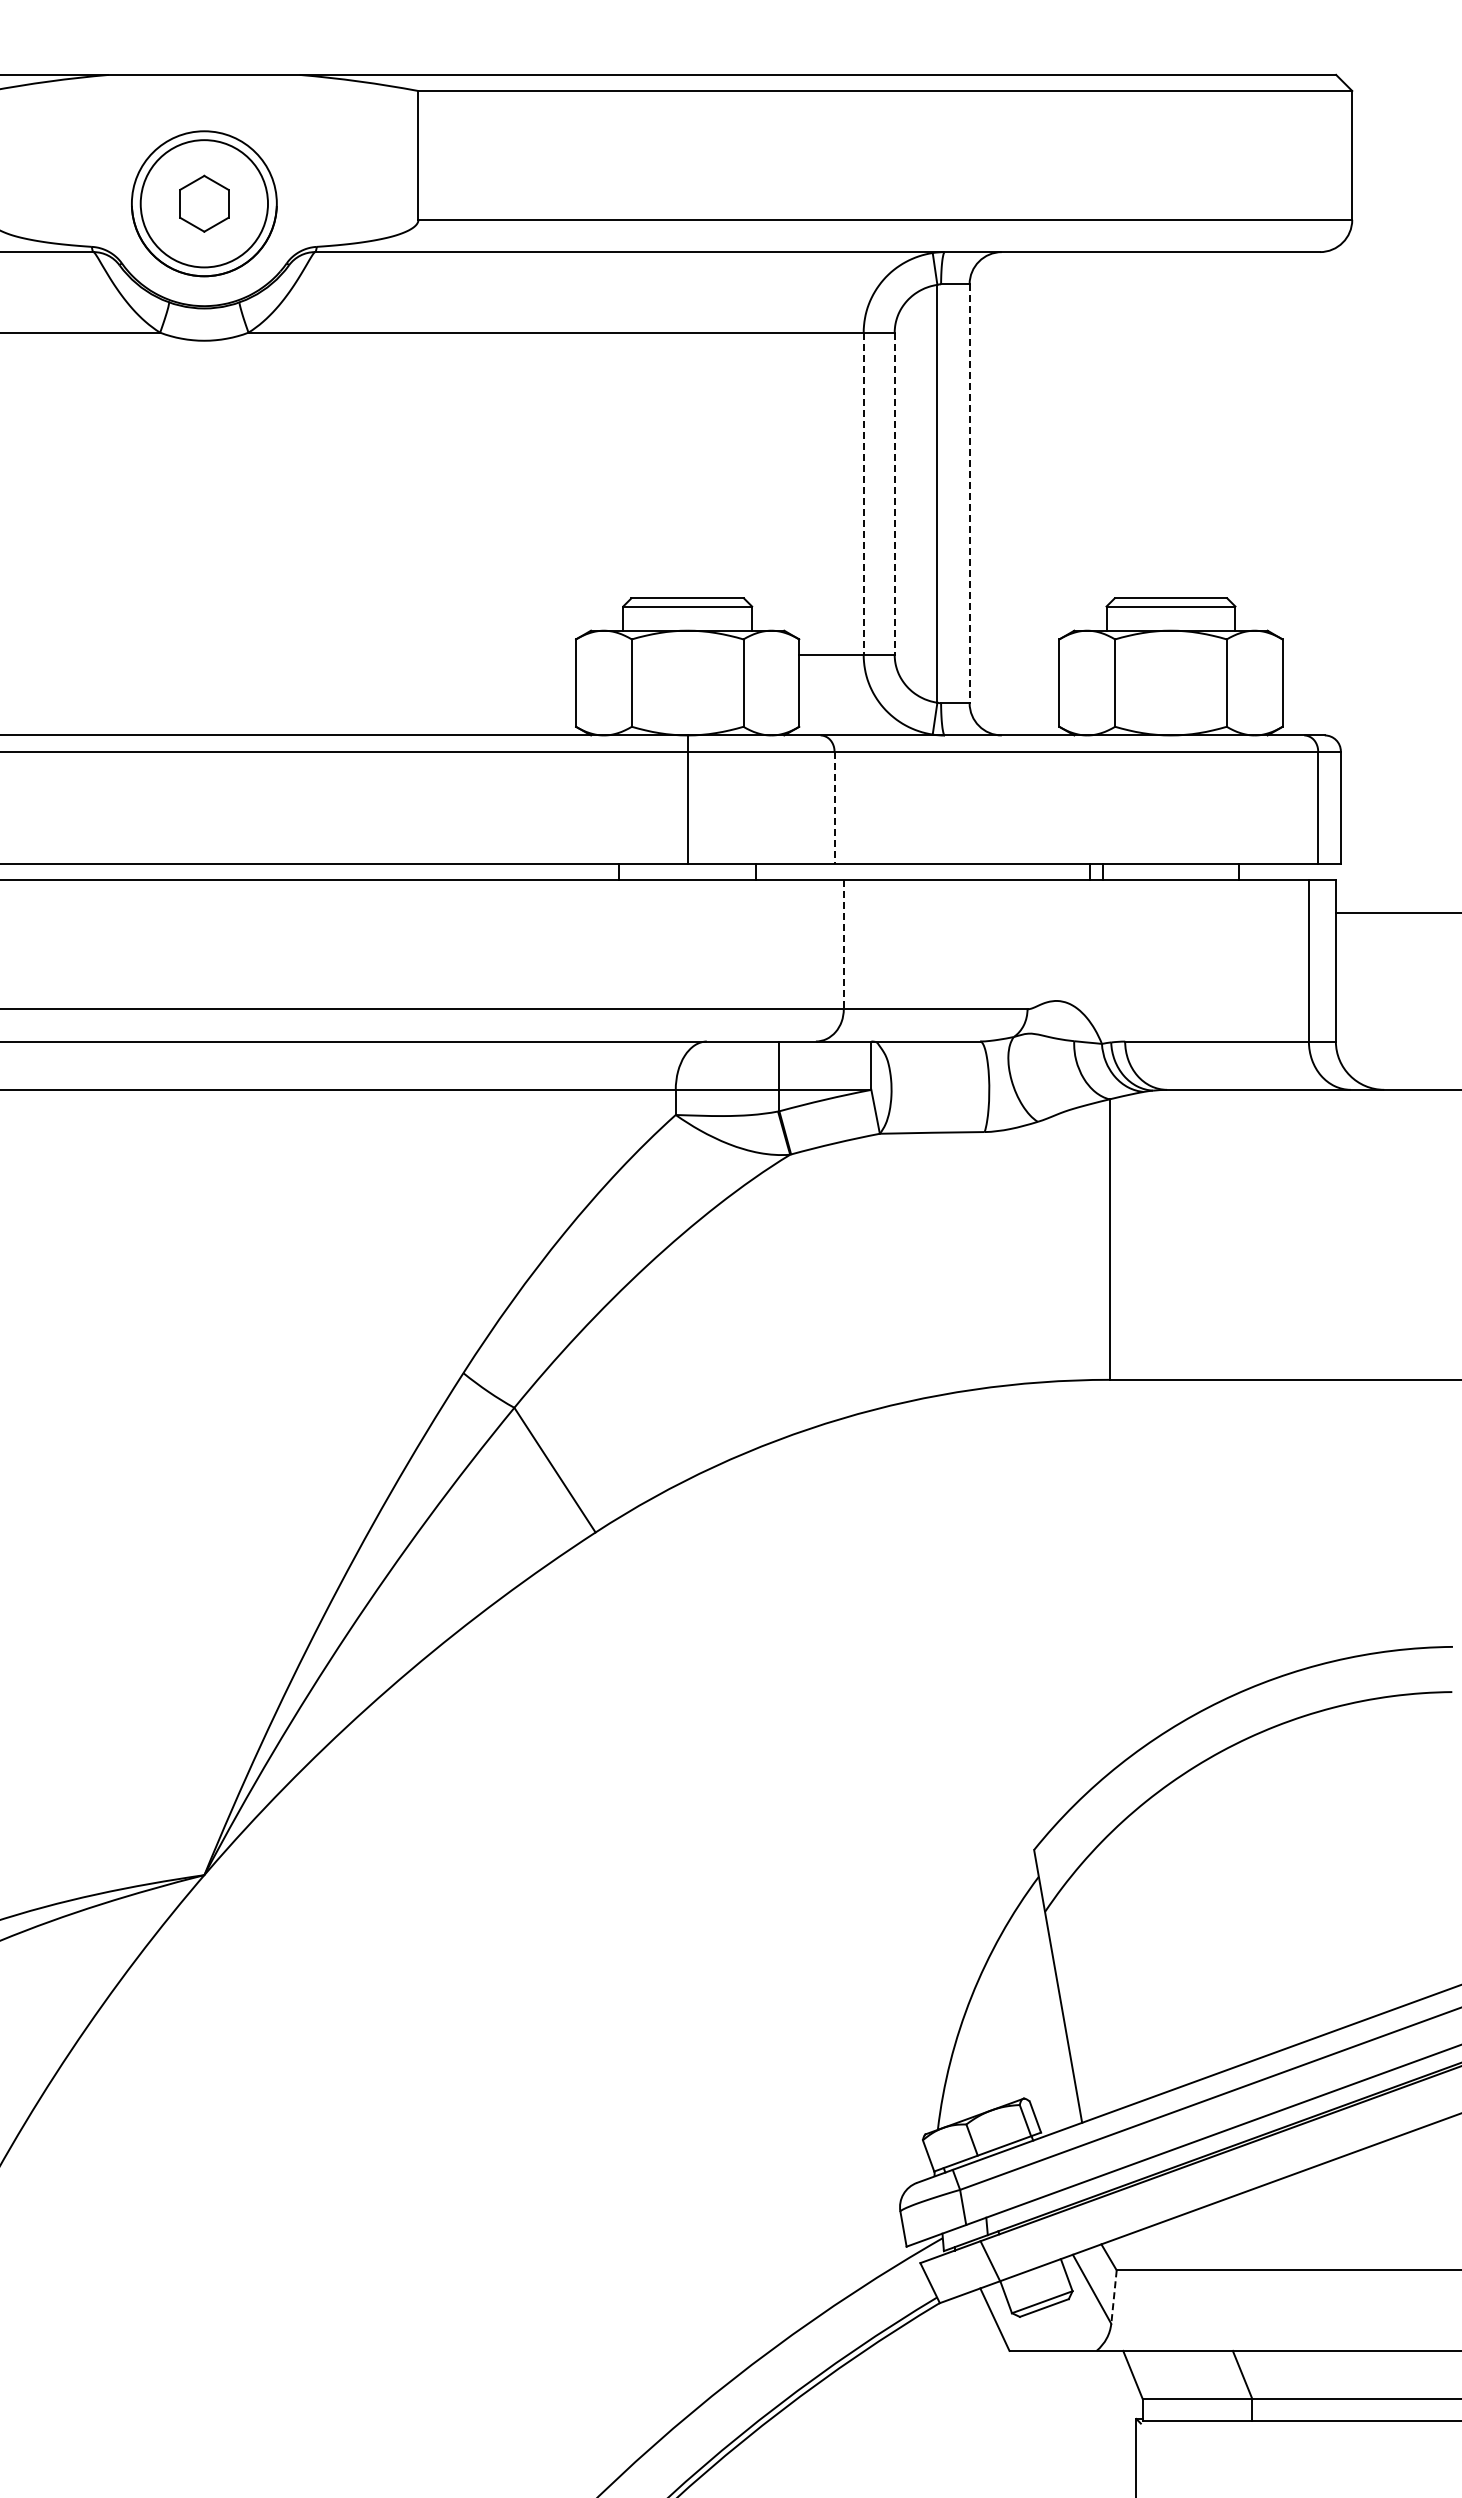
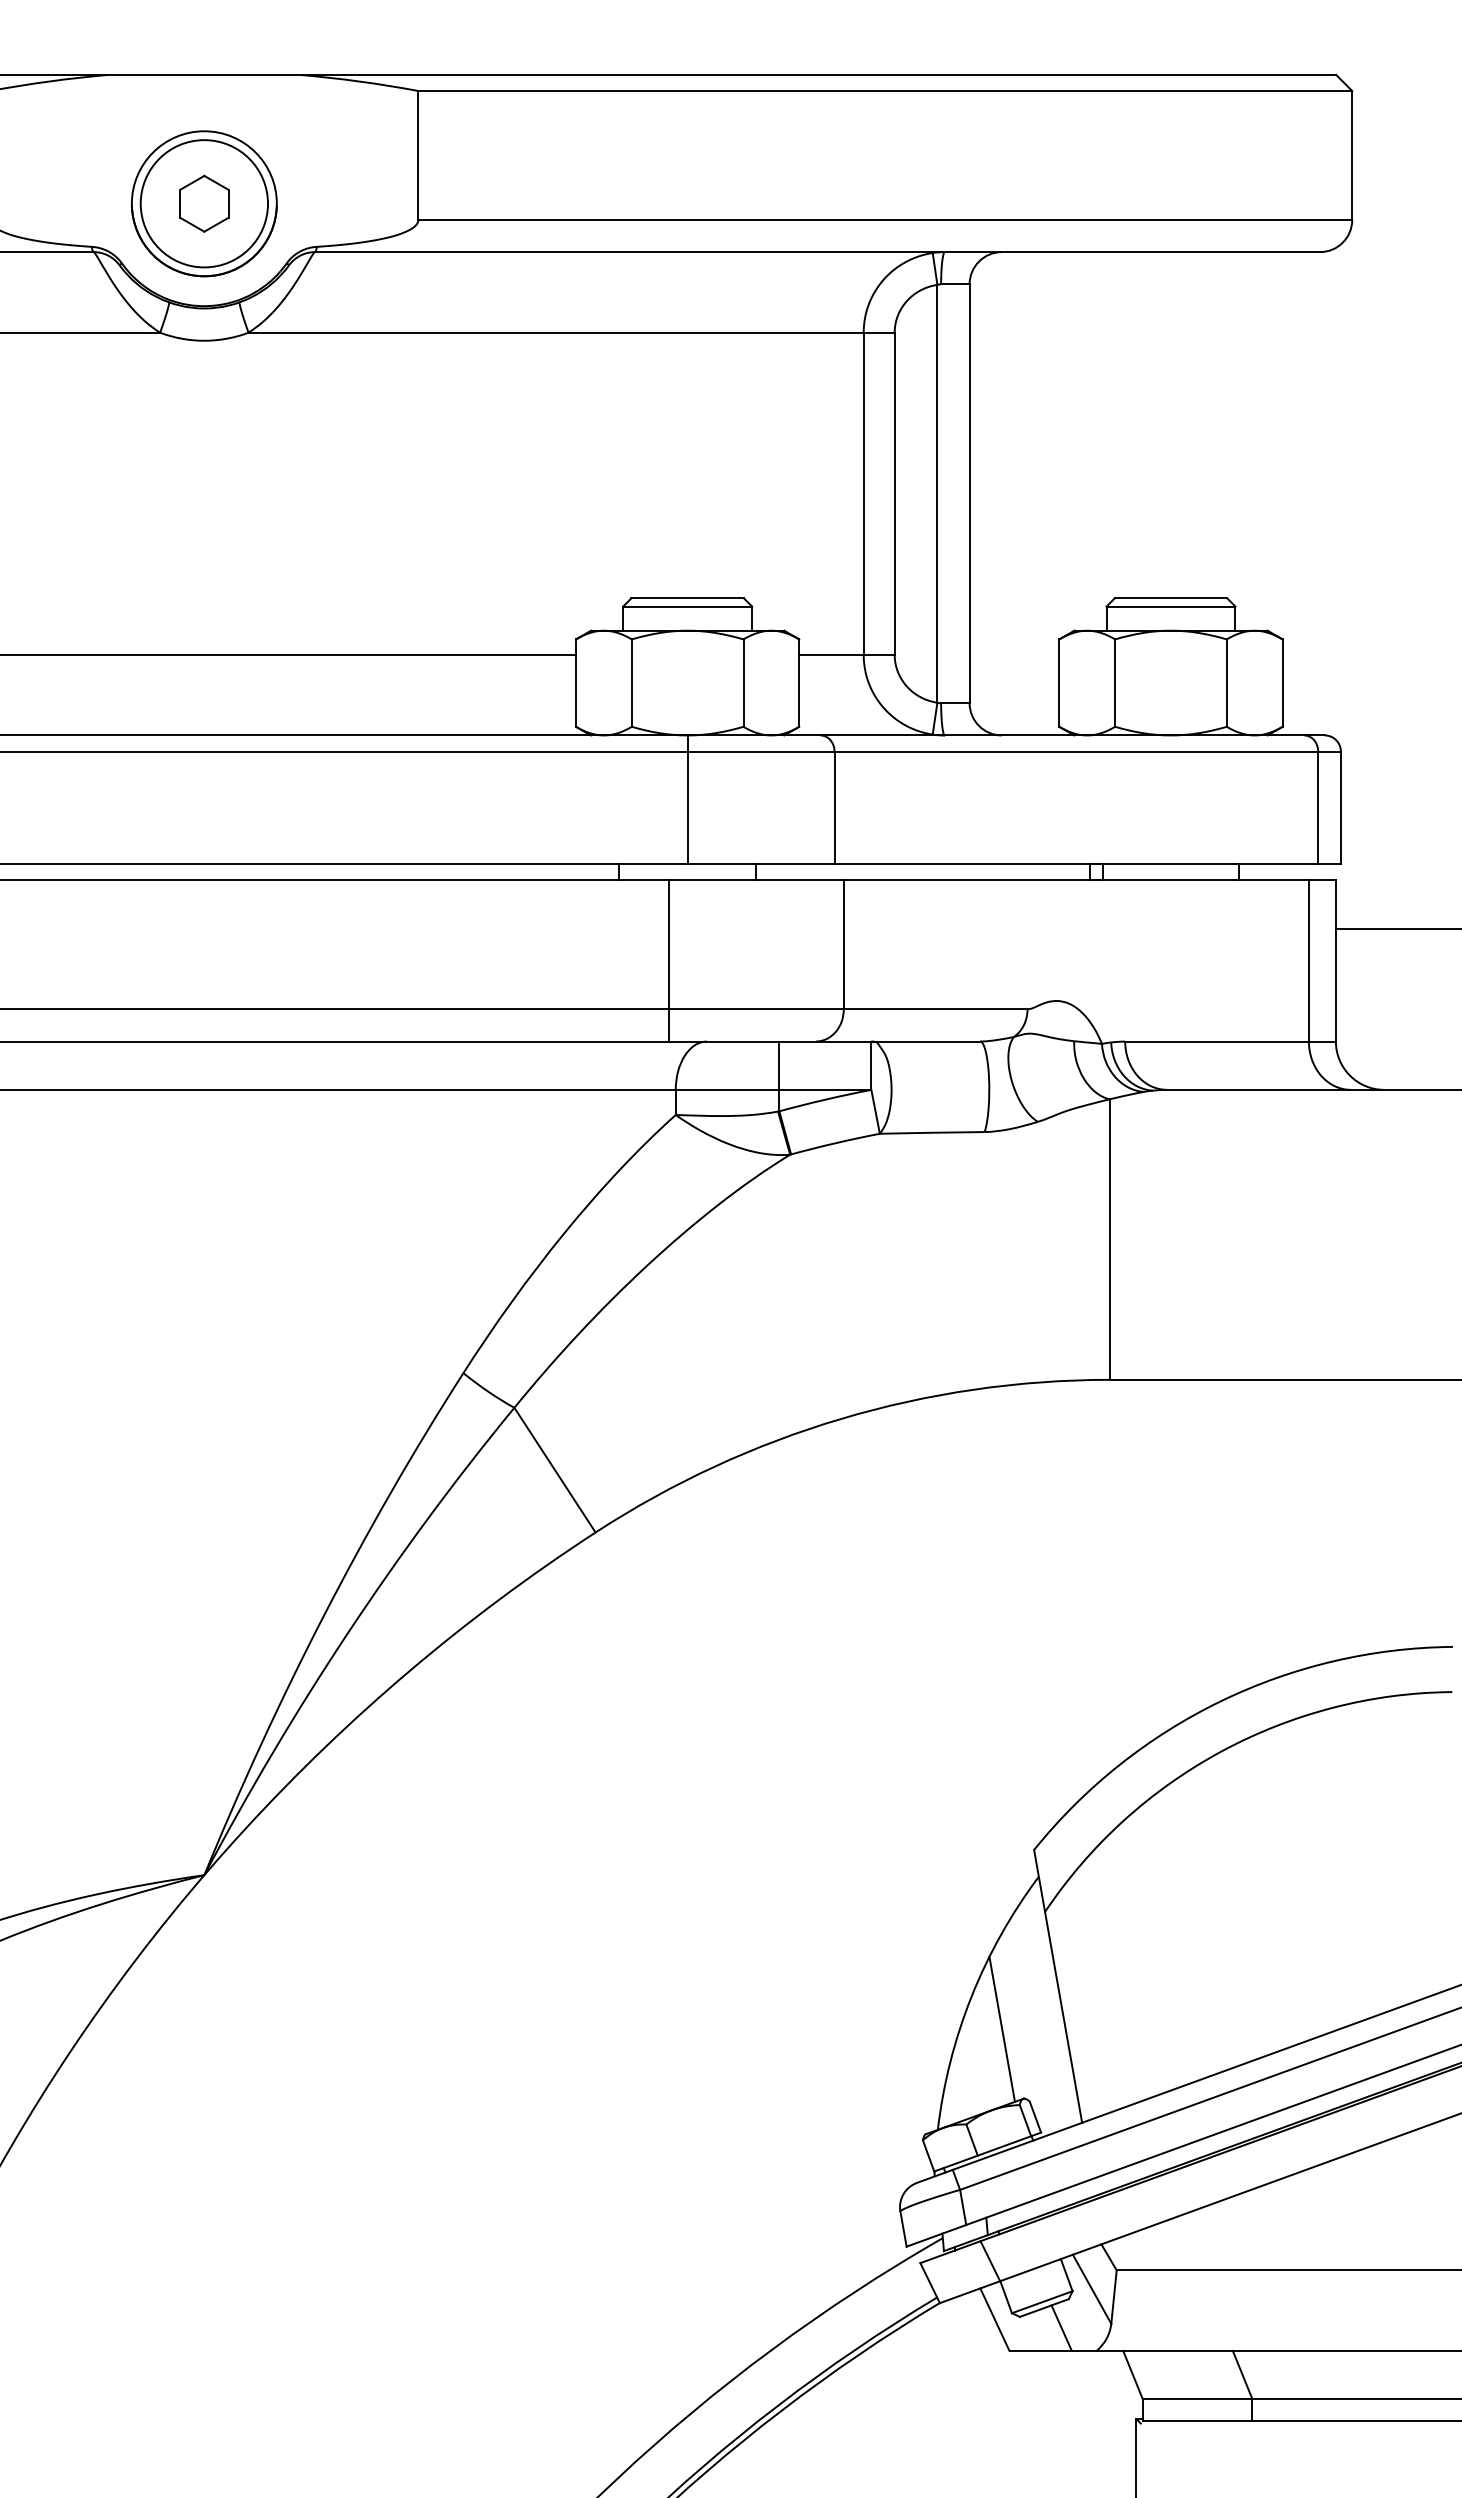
line at (863, 494): dashed -> solid
line at (894, 494): dashed -> solid
line at (969, 494): dashed -> solid
line at (289, 654): none -> present
line at (834, 808): dashed -> solid
line at (1396, 912) position: (1396, 912) -> (1396, 928)
line at (843, 945): dashed -> solid
line at (669, 960): none -> present
line at (1001, 2028): none -> present
line at (1114, 2297): dashed -> solid
line at (1061, 2327): none -> present
